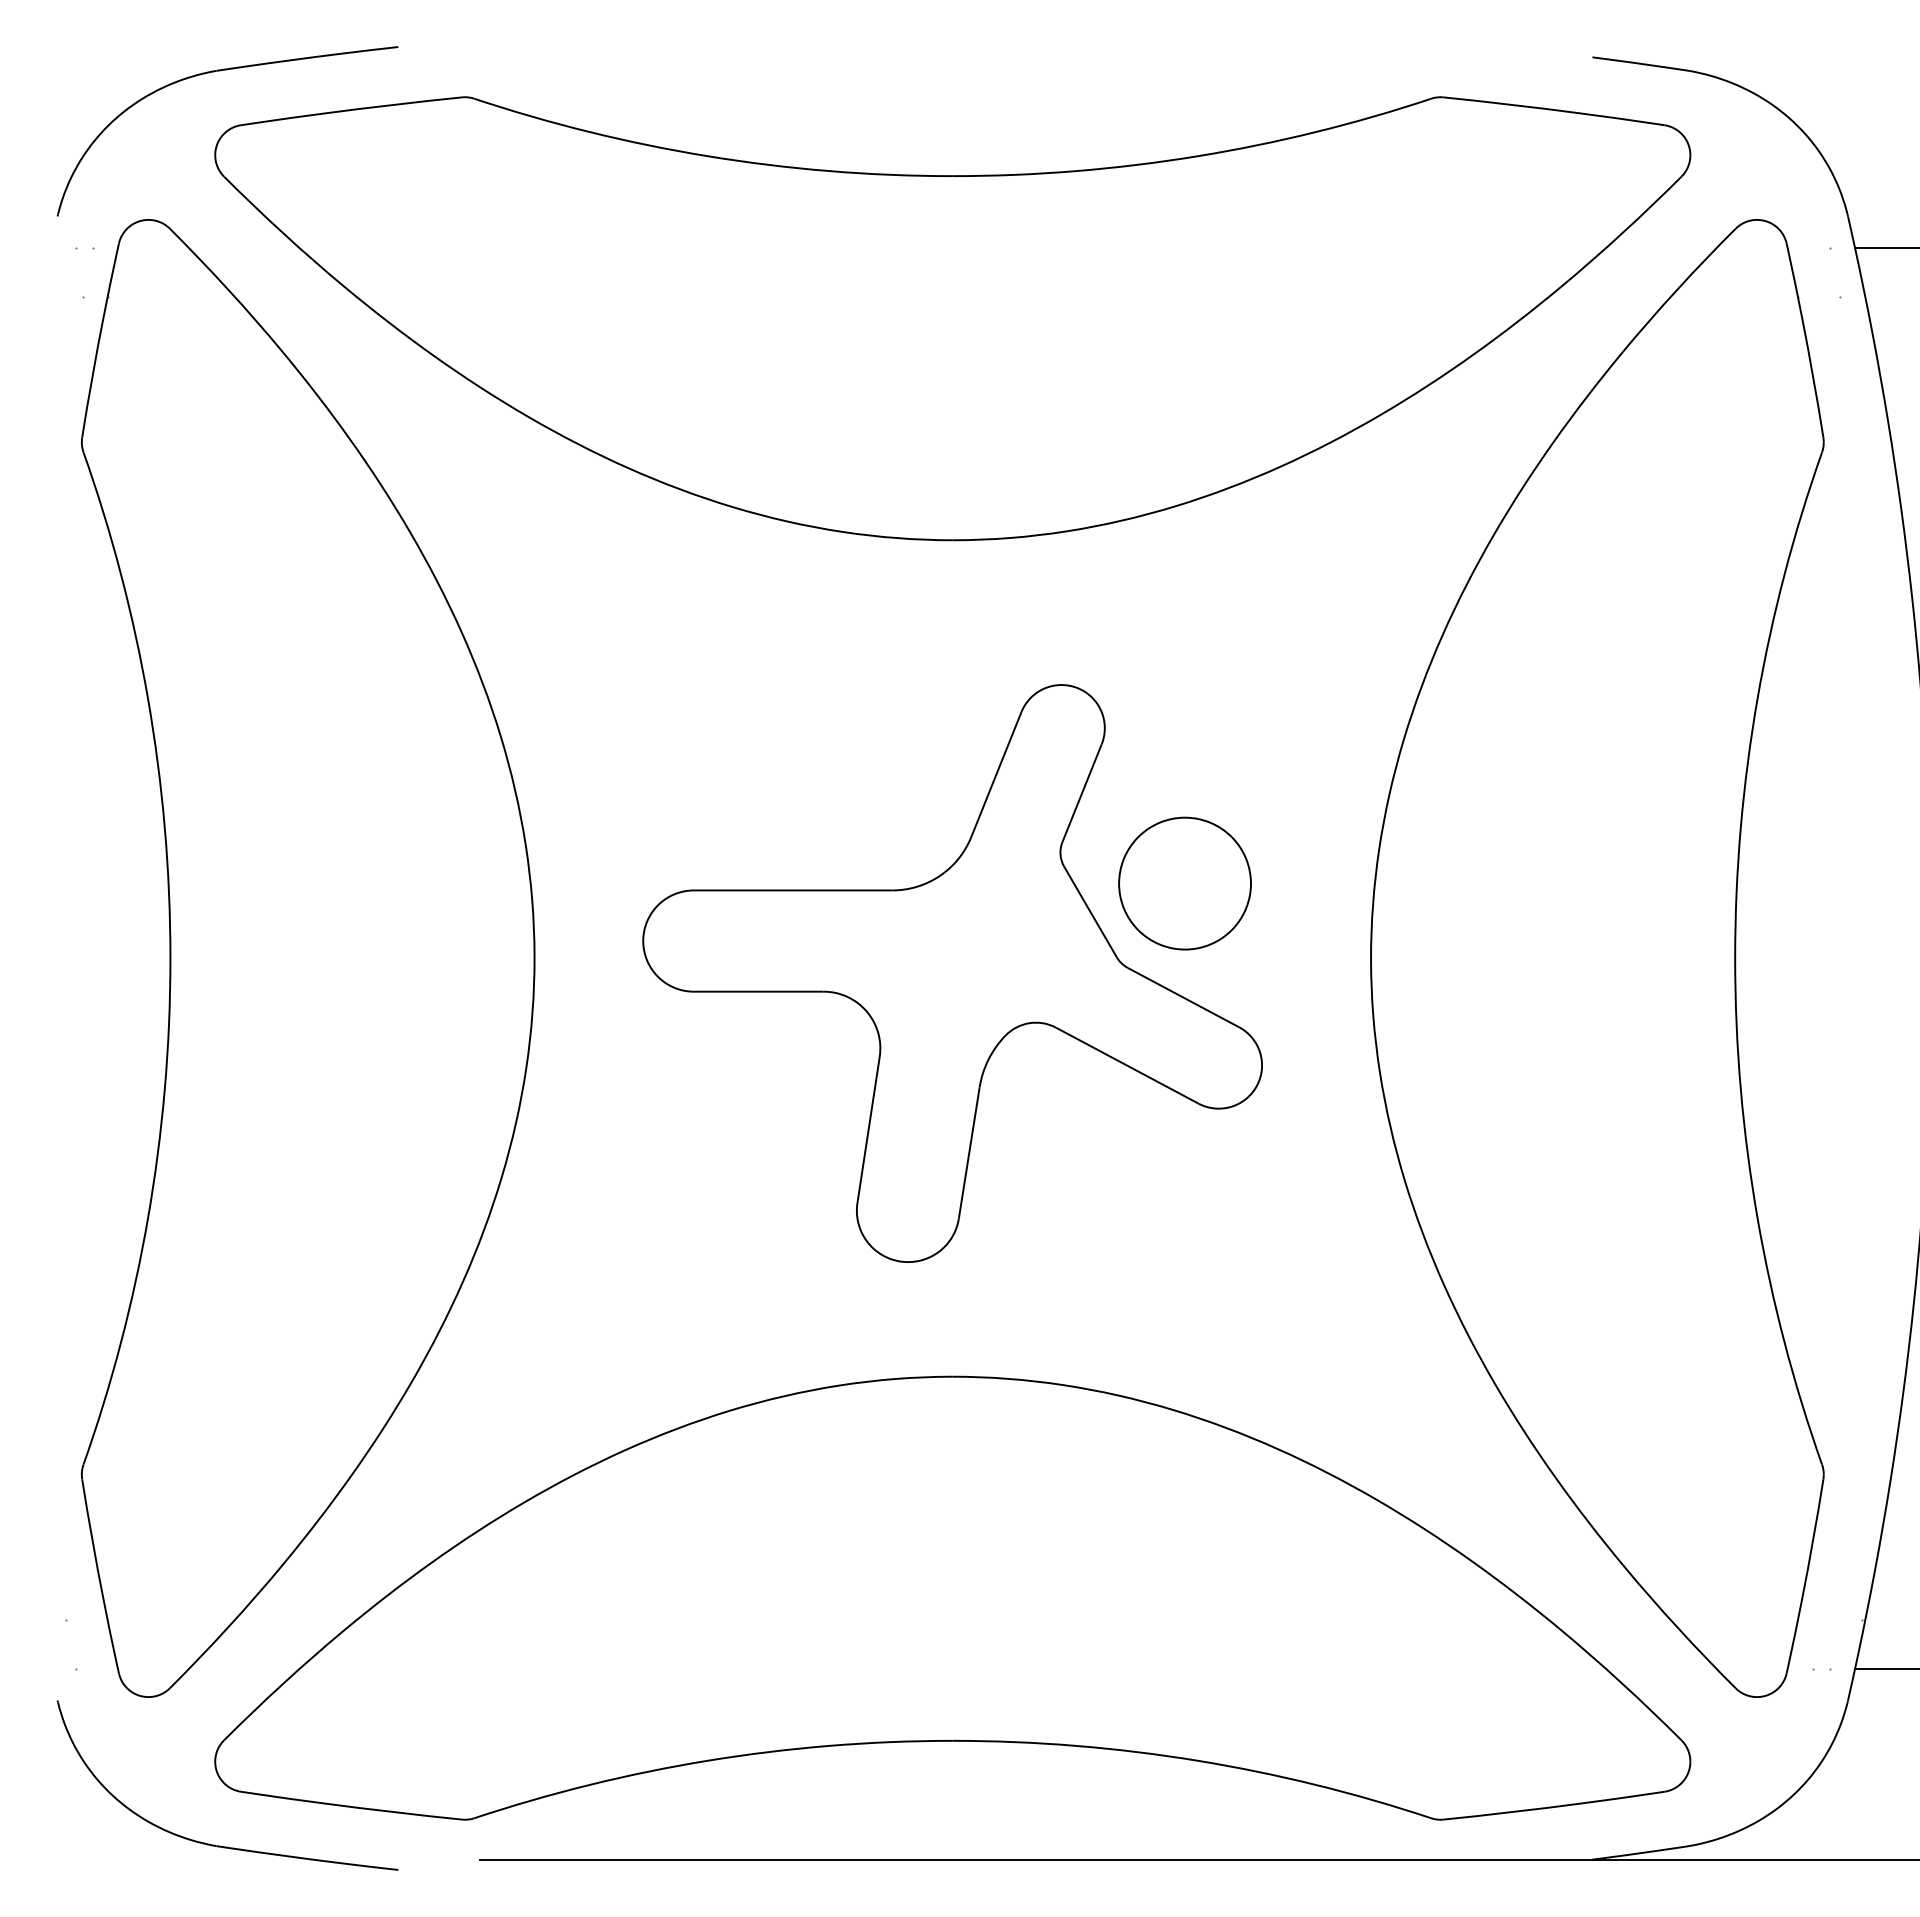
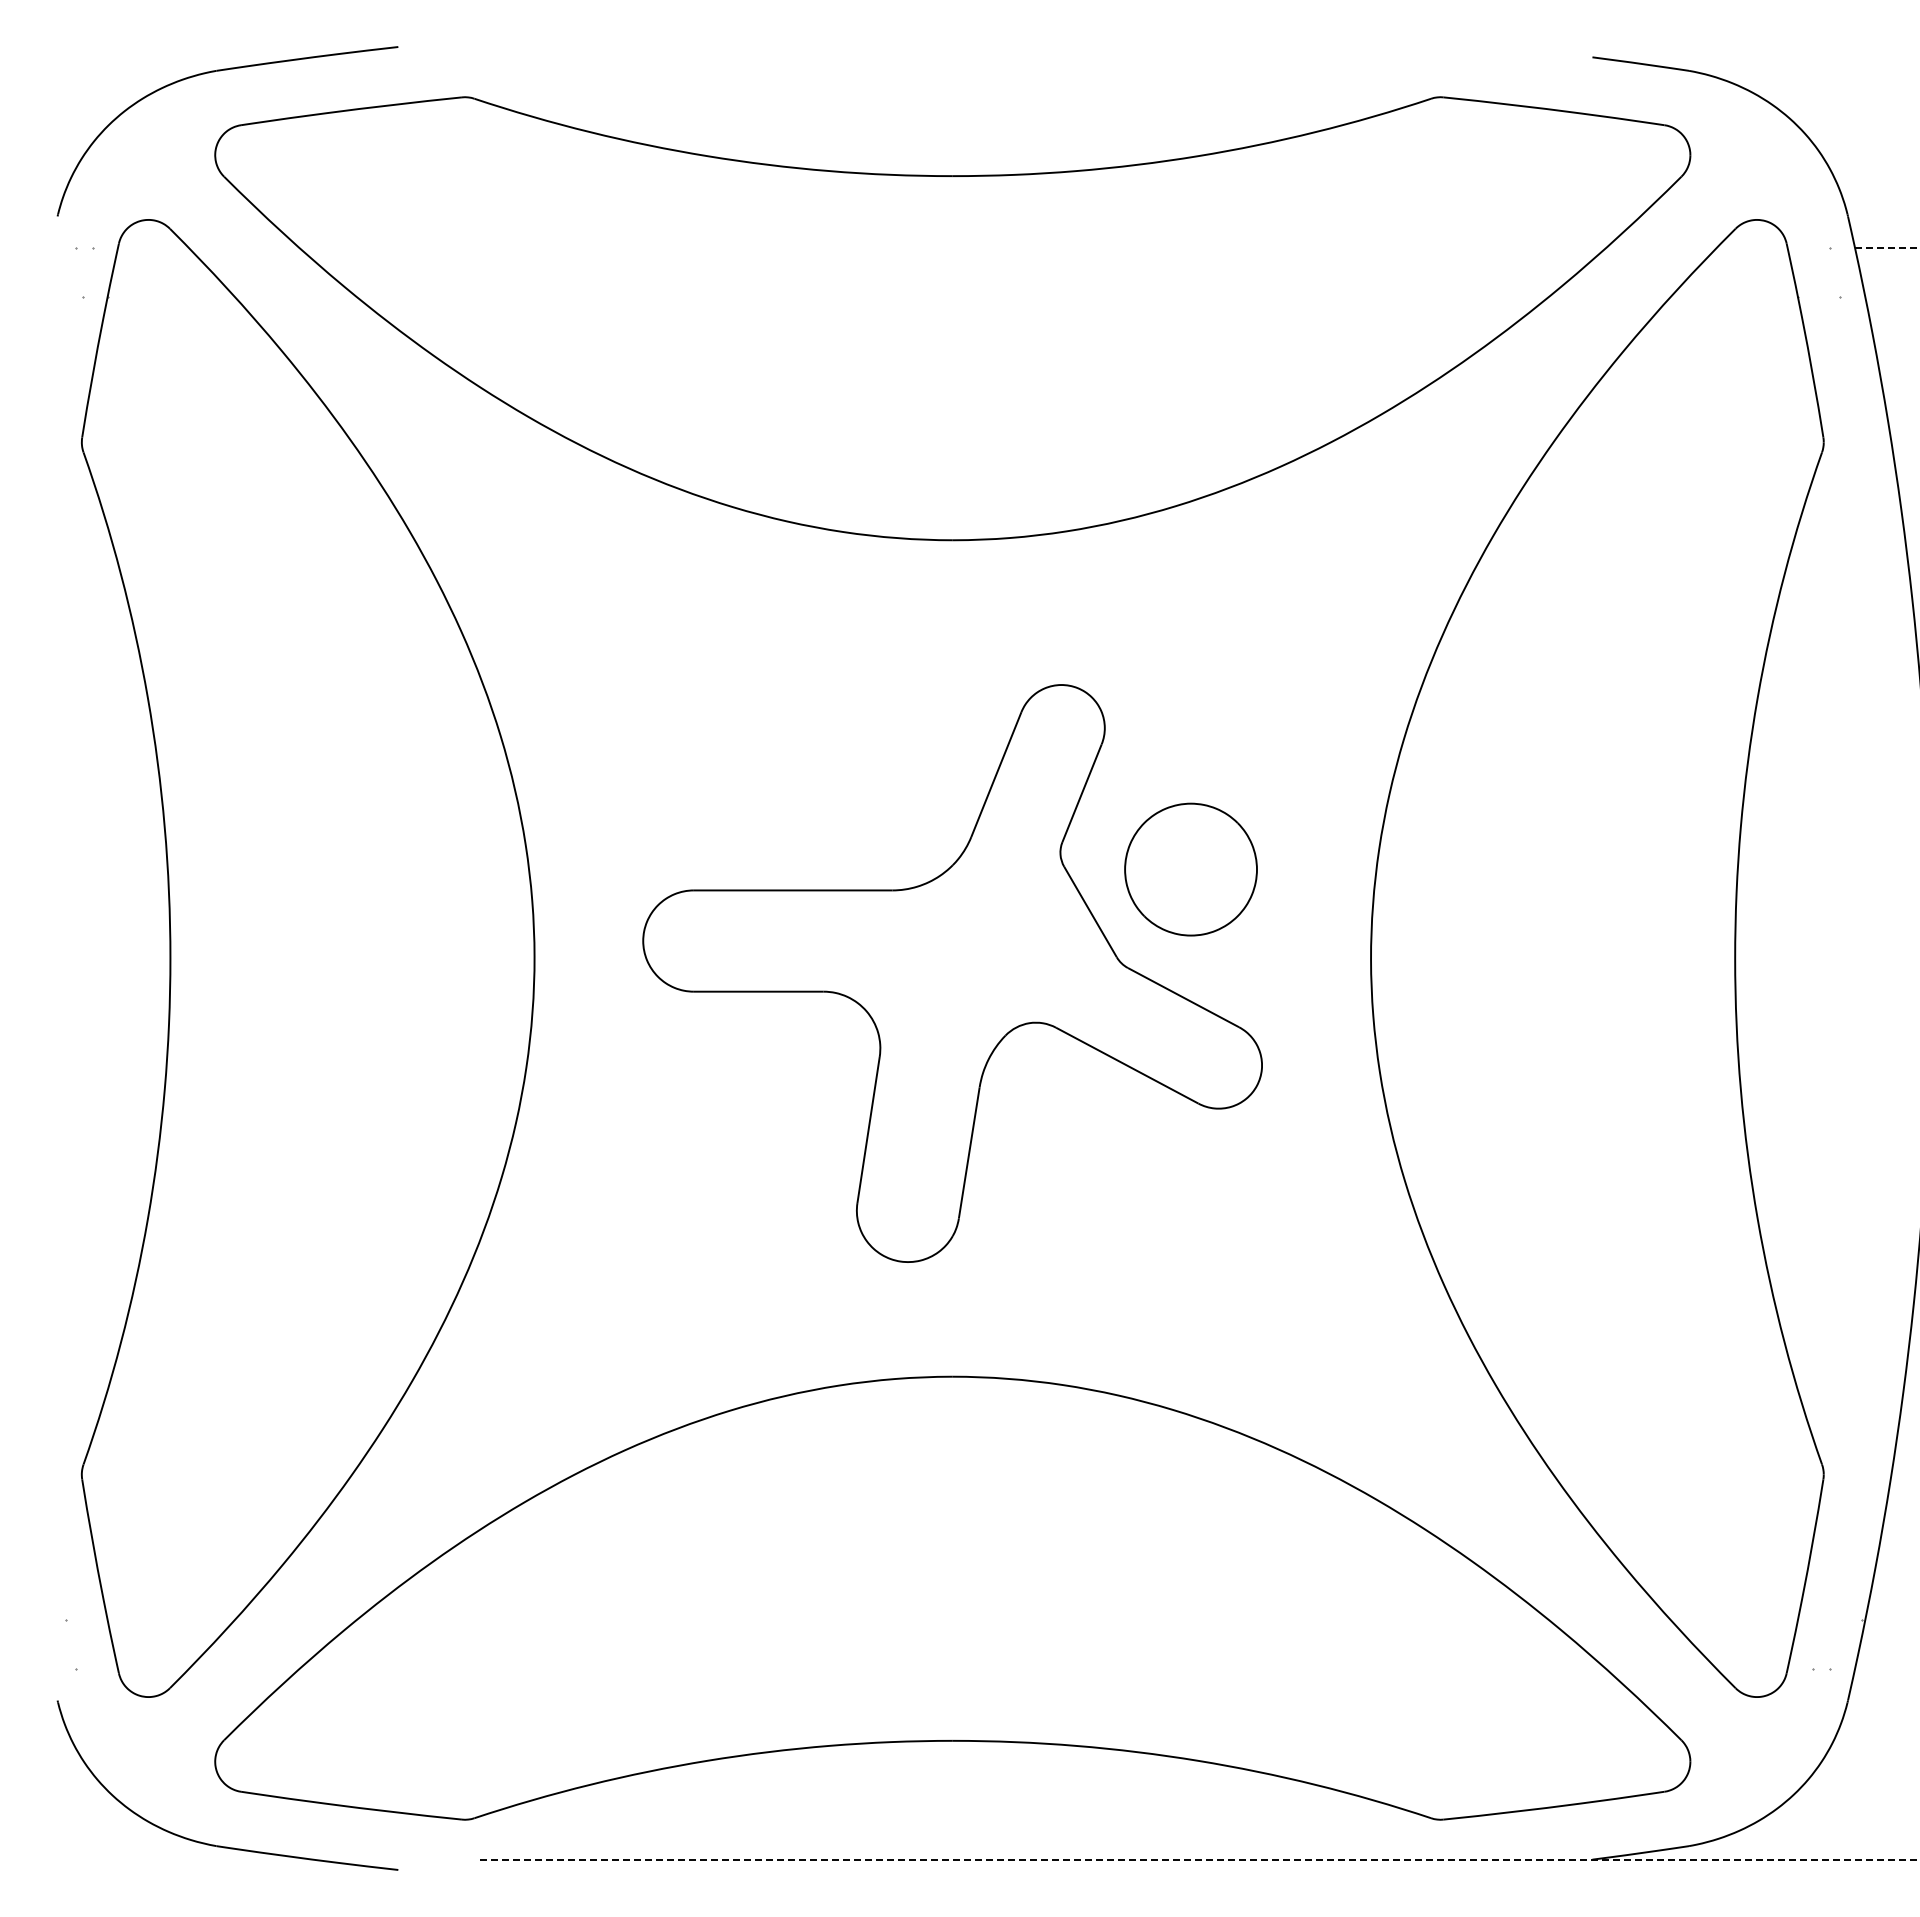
line at (1887, 248): solid -> dashed
part at (1184, 883) position: (1184, 883) -> (1190, 869)
line at (1885, 1668): present -> none
line at (1200, 1859): solid -> dashed
